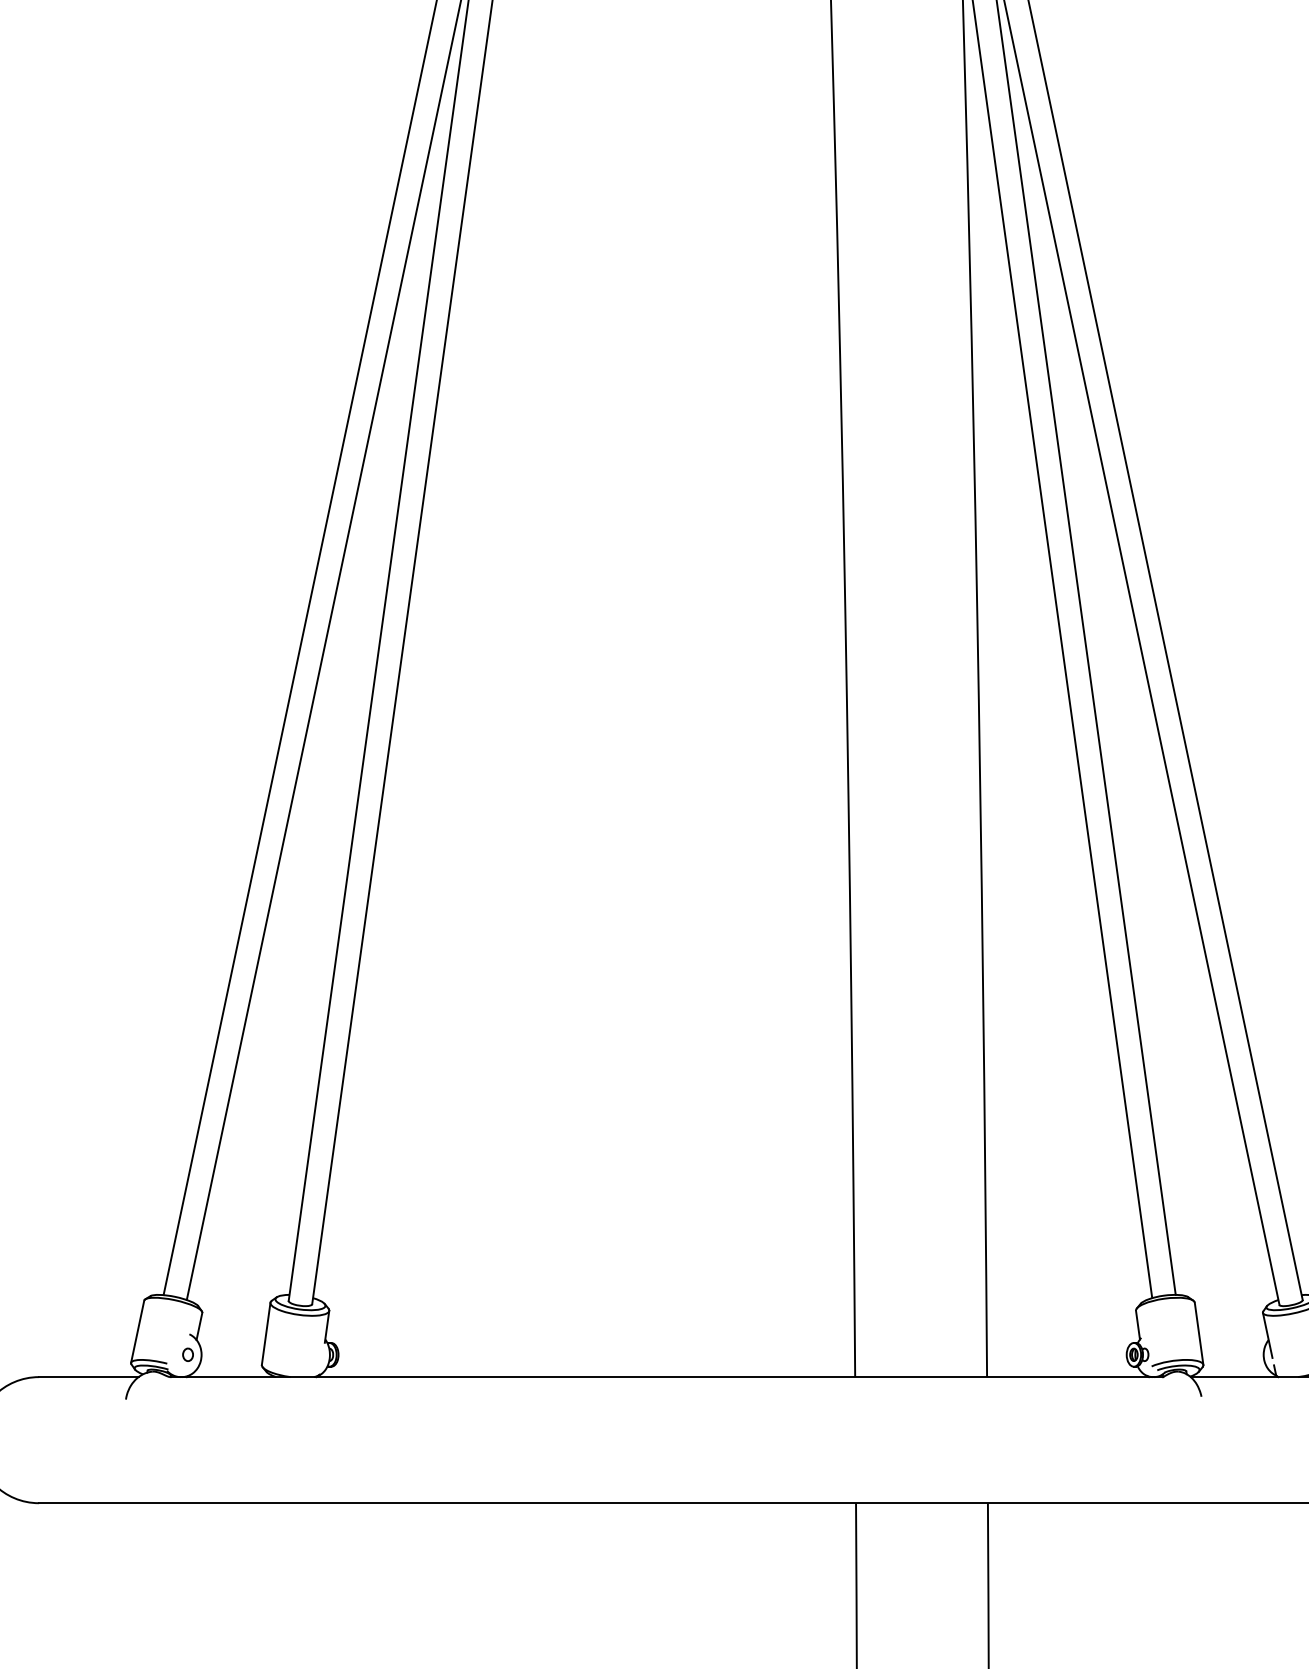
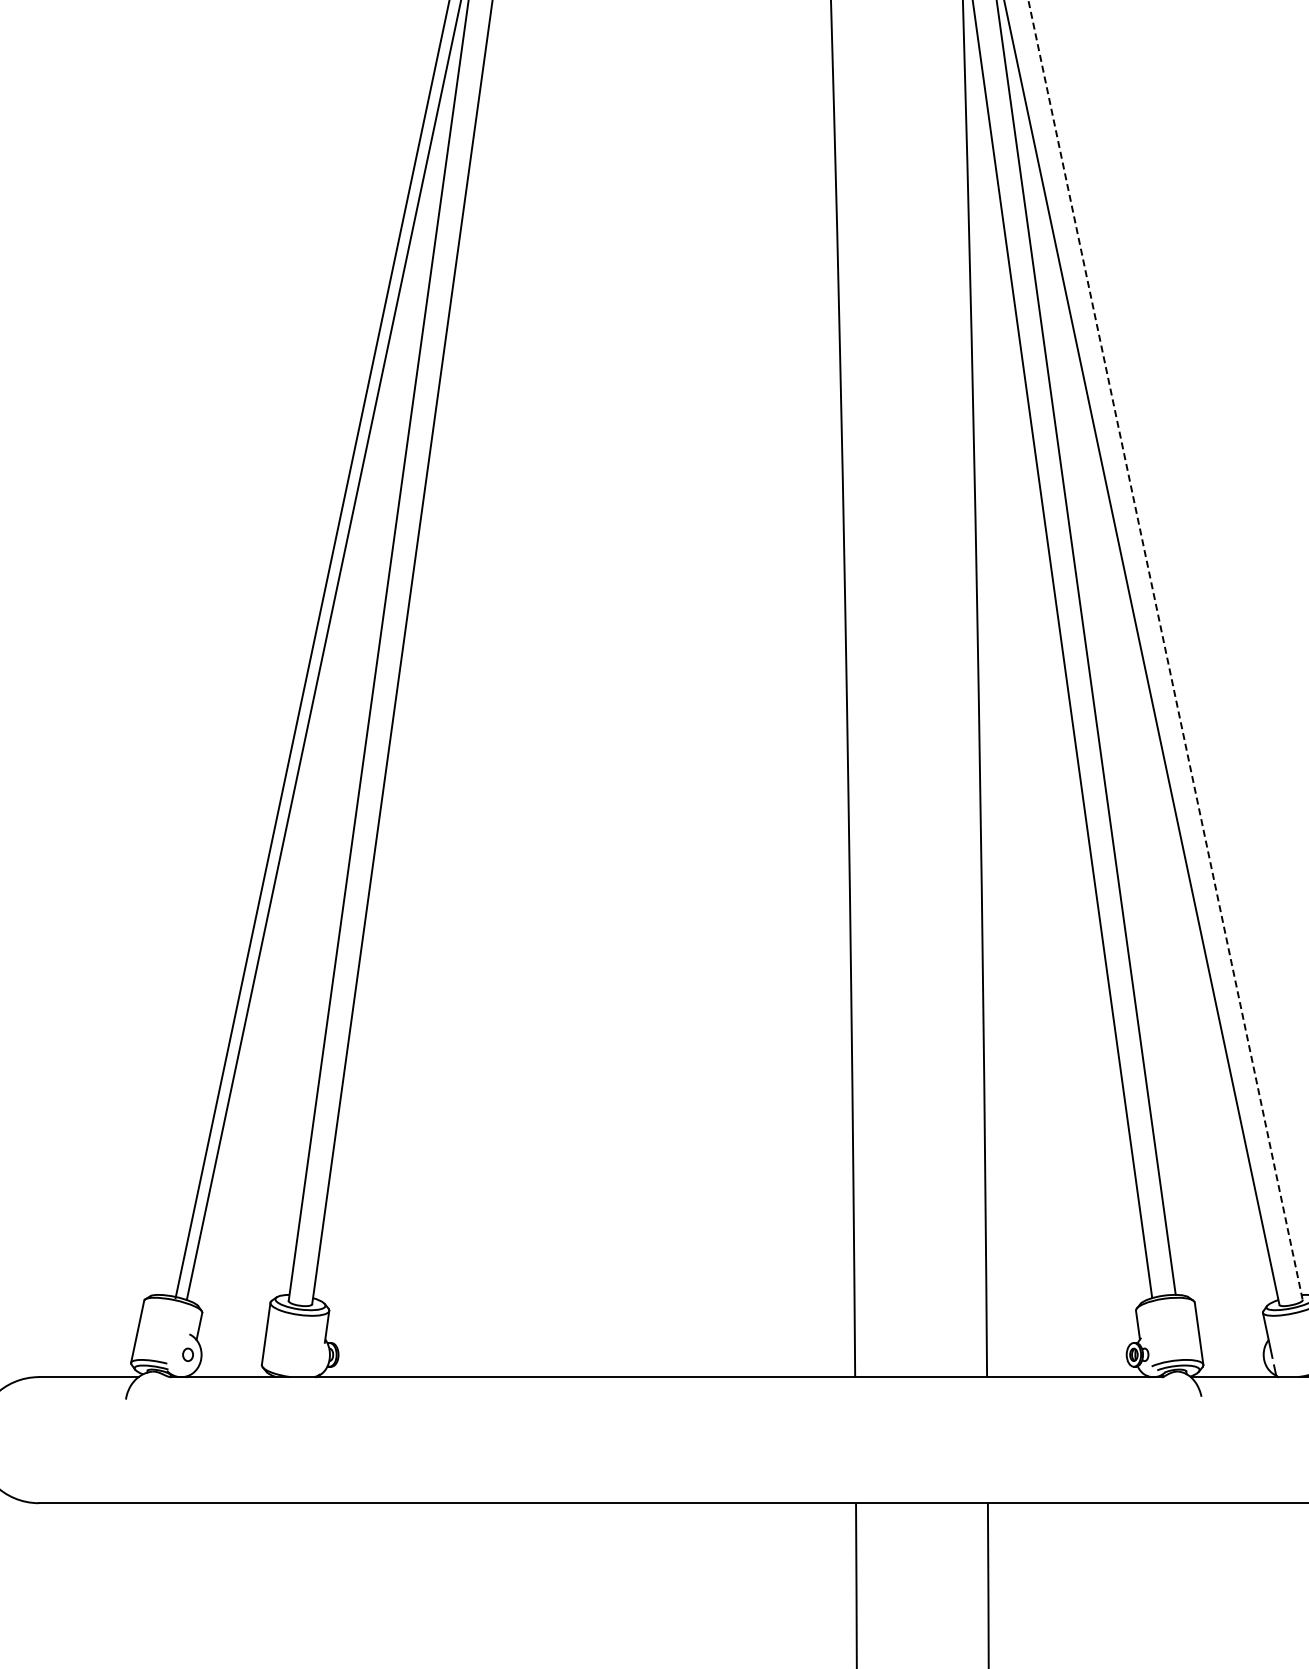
line at (299, 648) position: (299, 648) -> (312, 650)
line at (1165, 650): solid -> dashed
